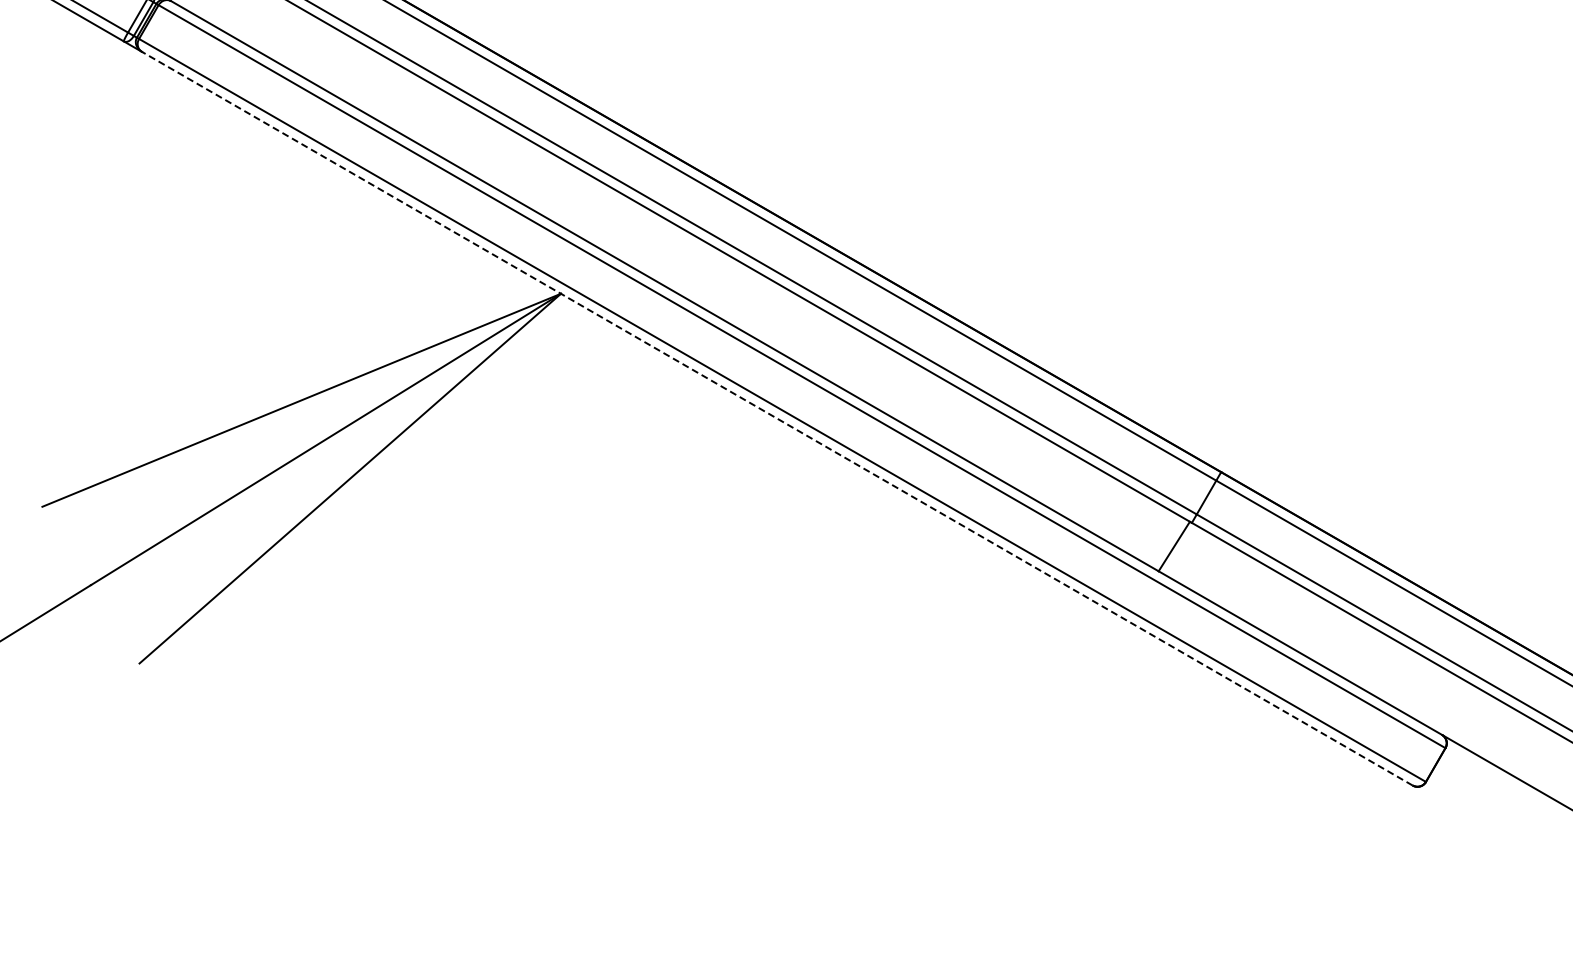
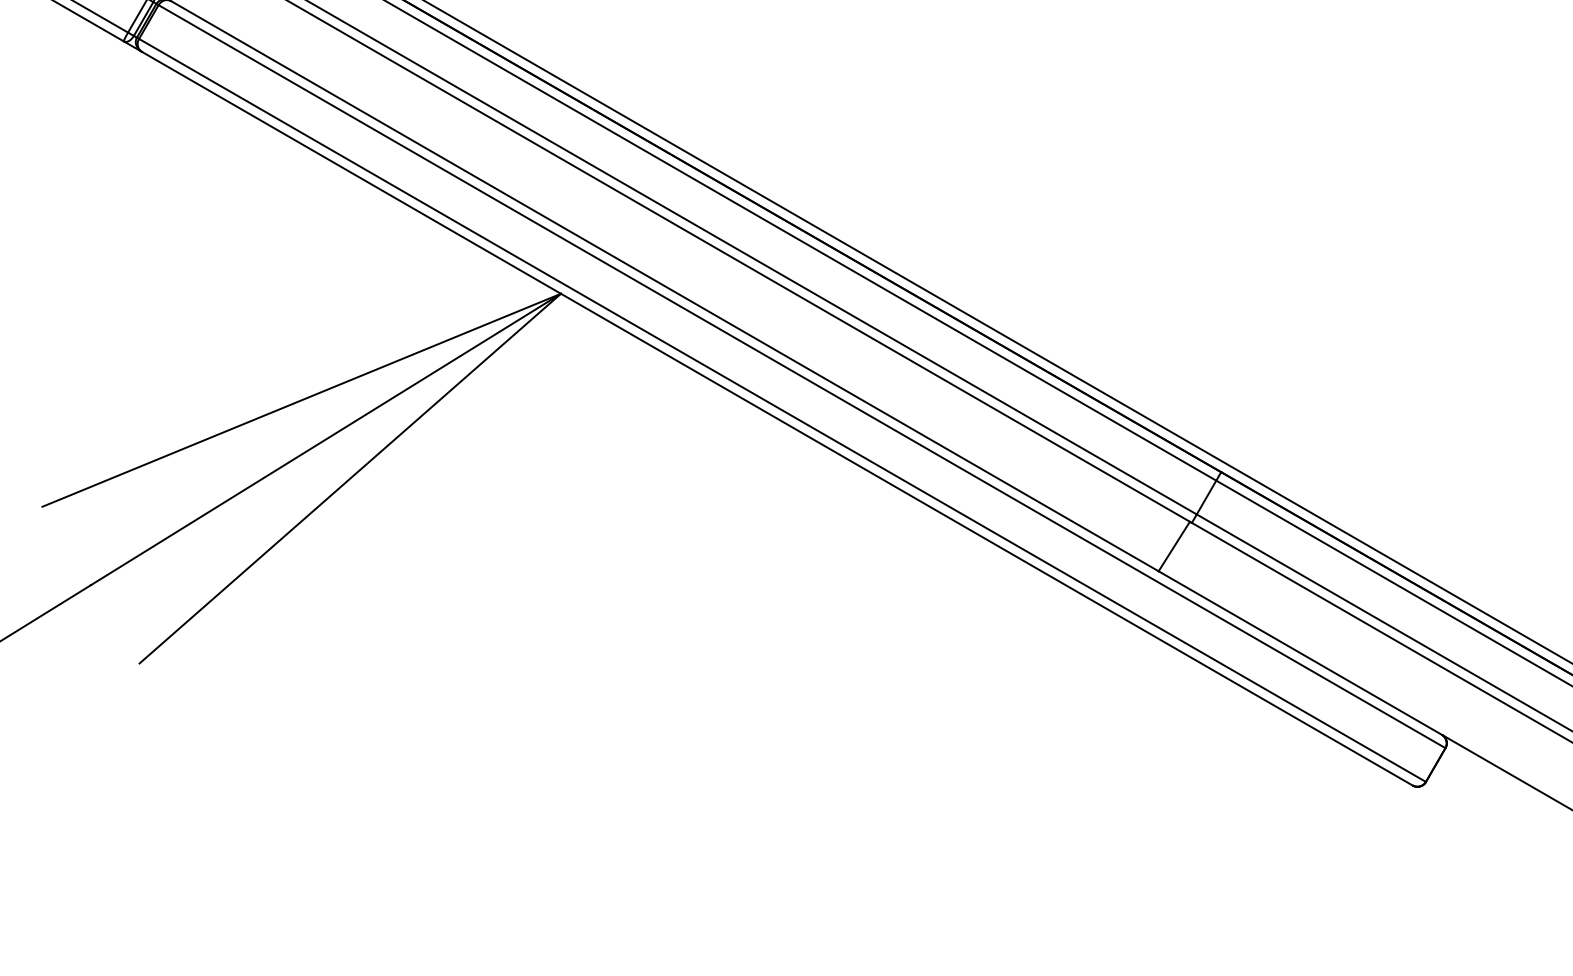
line at (998, 332): none -> present
line at (777, 418): dashed -> solid
